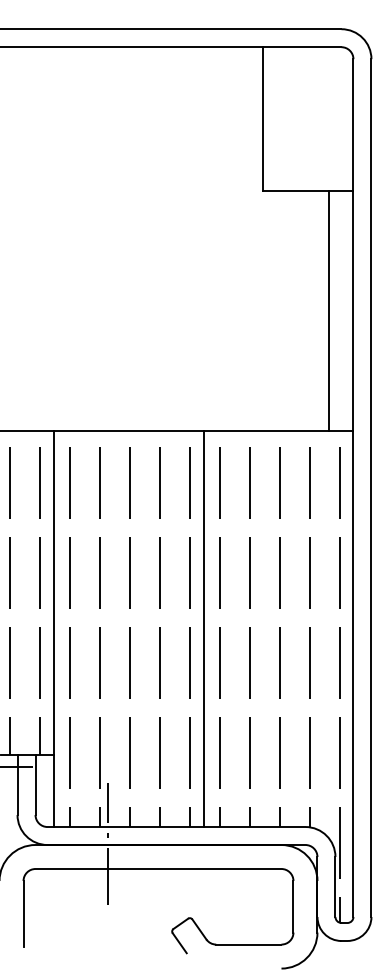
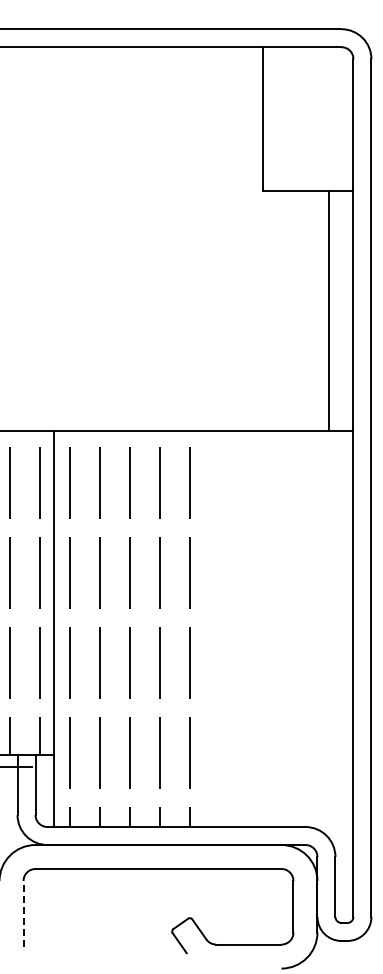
line at (203, 629): present -> none
hatch at (280, 684): present -> none
line at (107, 843): present -> none
line at (23, 913): solid -> dashed
